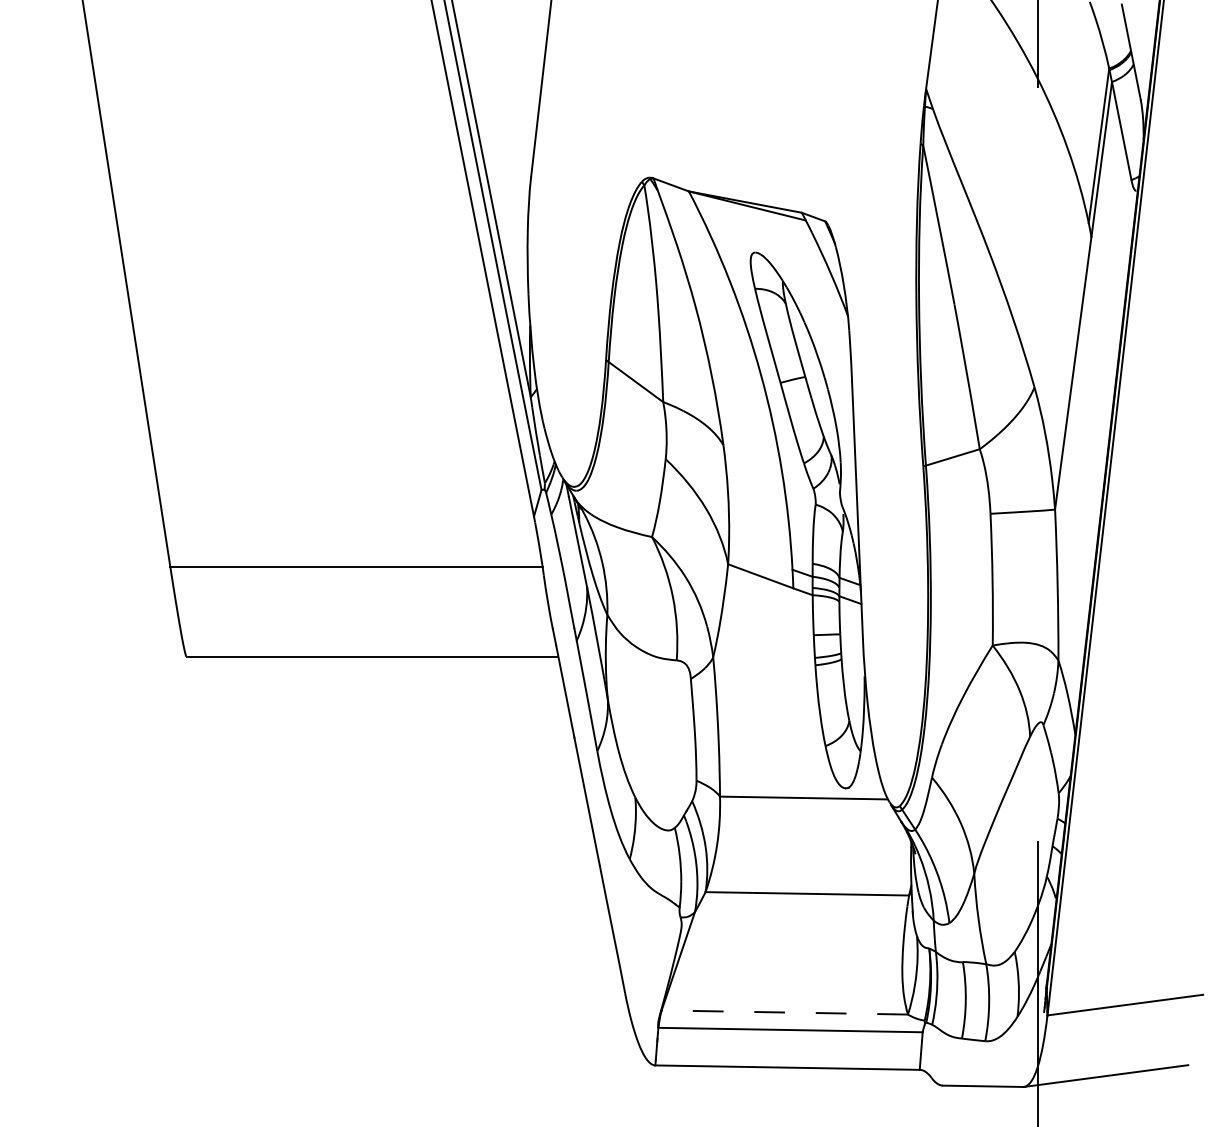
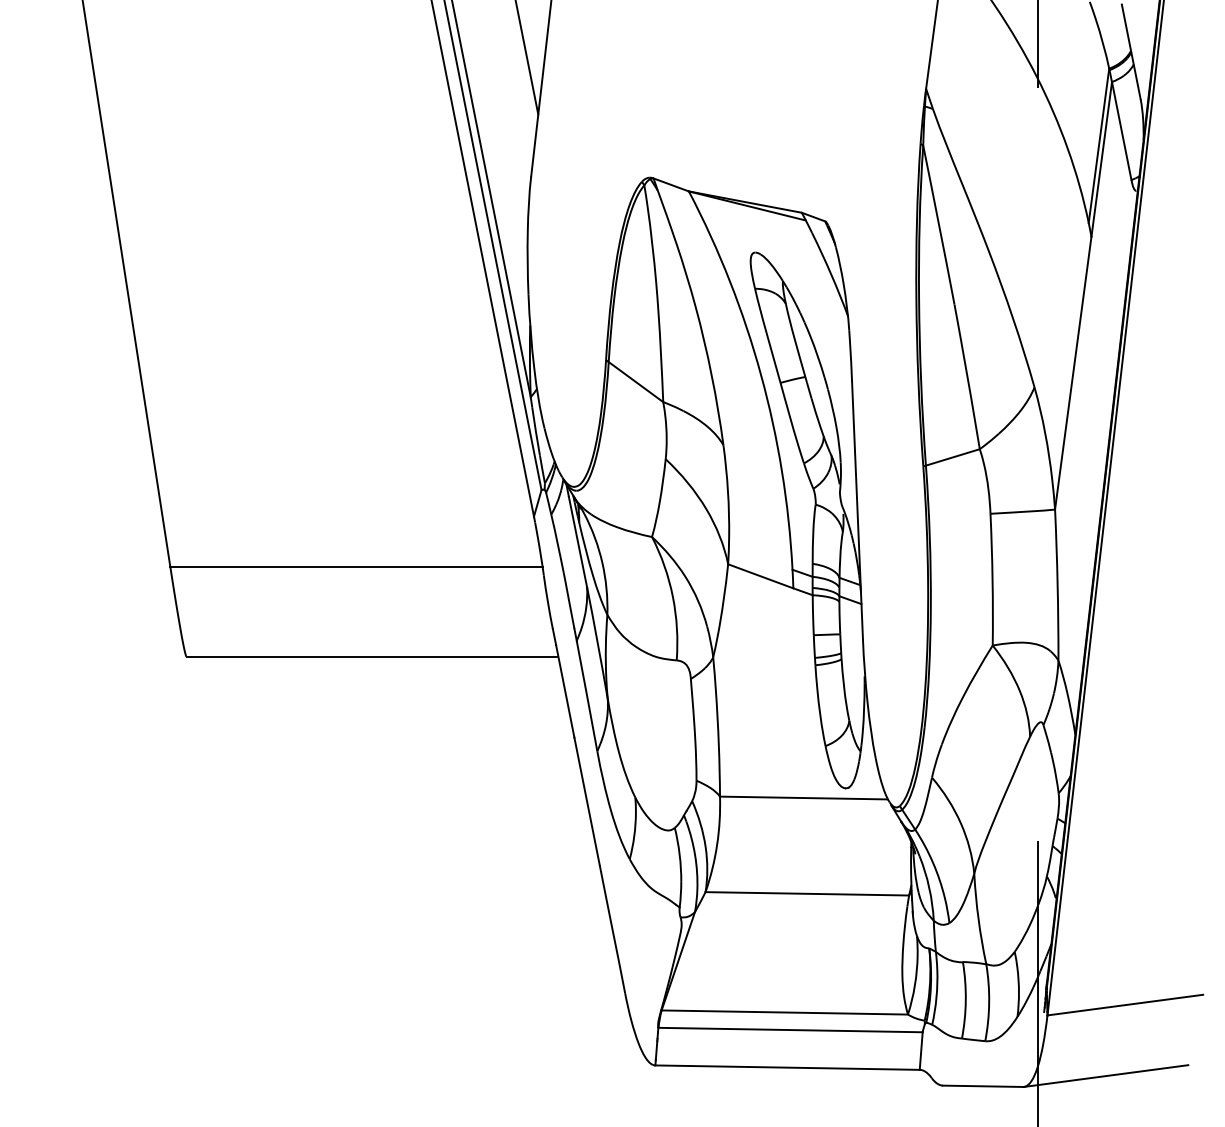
line at (527, 58): none -> present
line at (784, 1012): dashed -> solid
